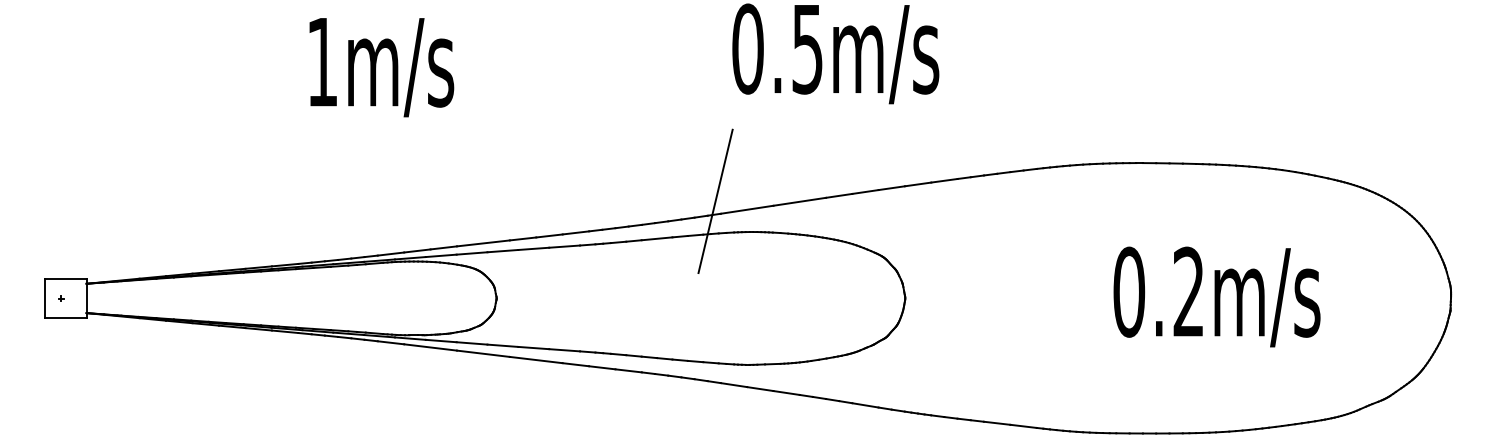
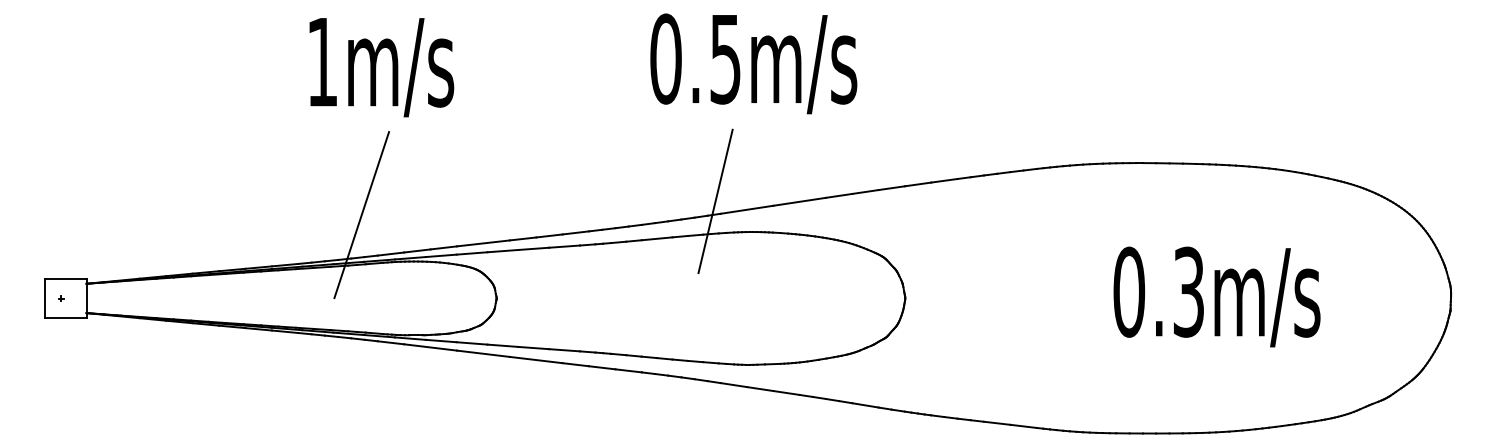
text at (835, 53) position: (835, 53) -> (753, 63)
line at (361, 215): none -> present
text at (1188, 291): 0.2m/s -> 0.3m/s
